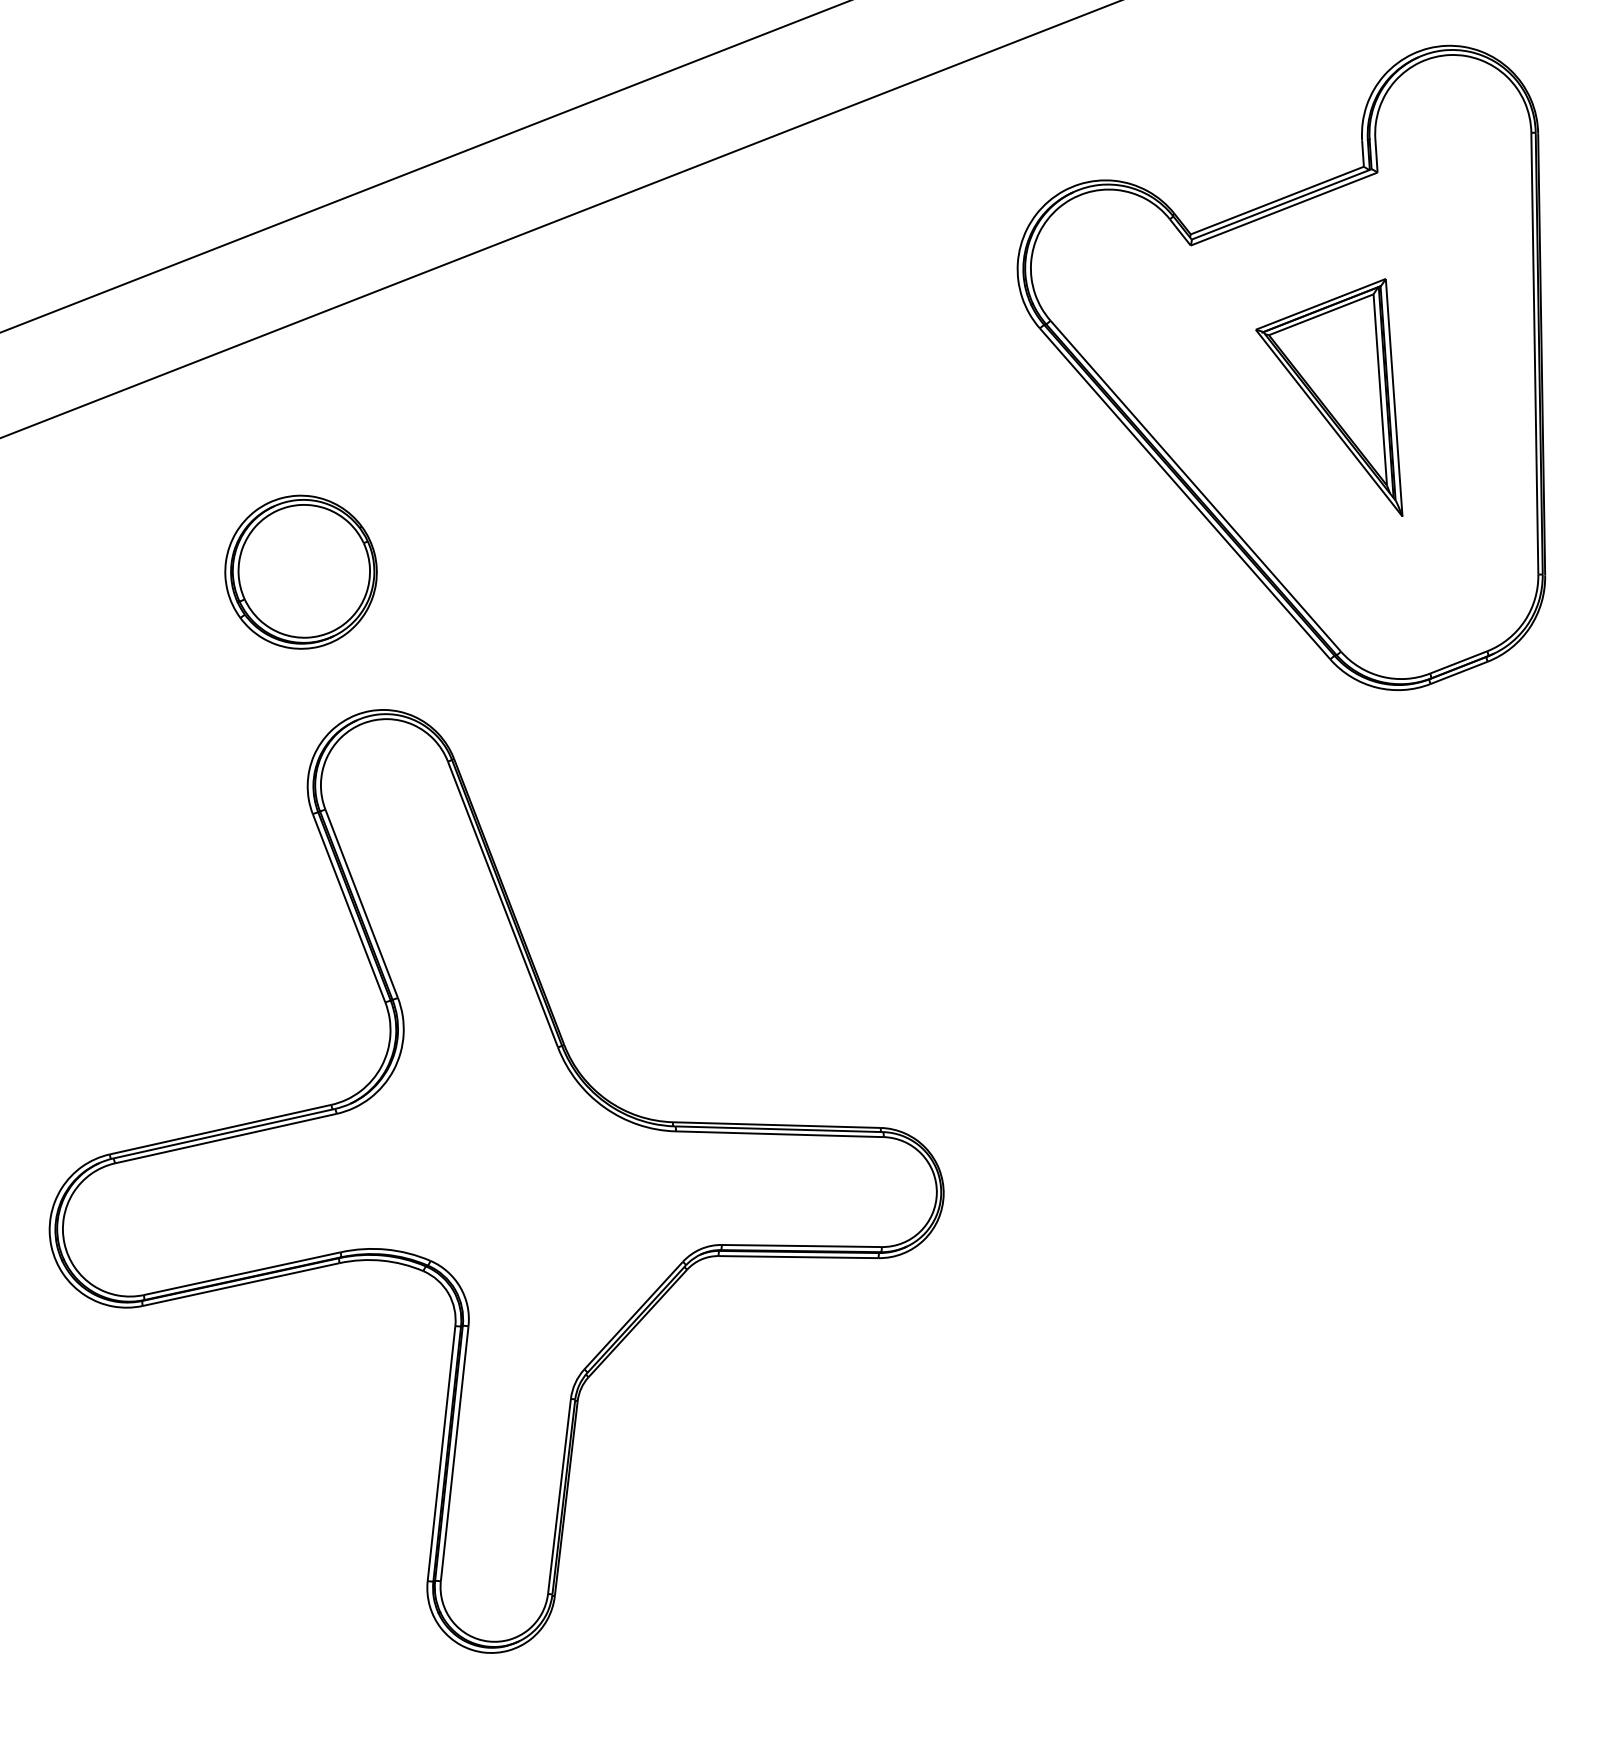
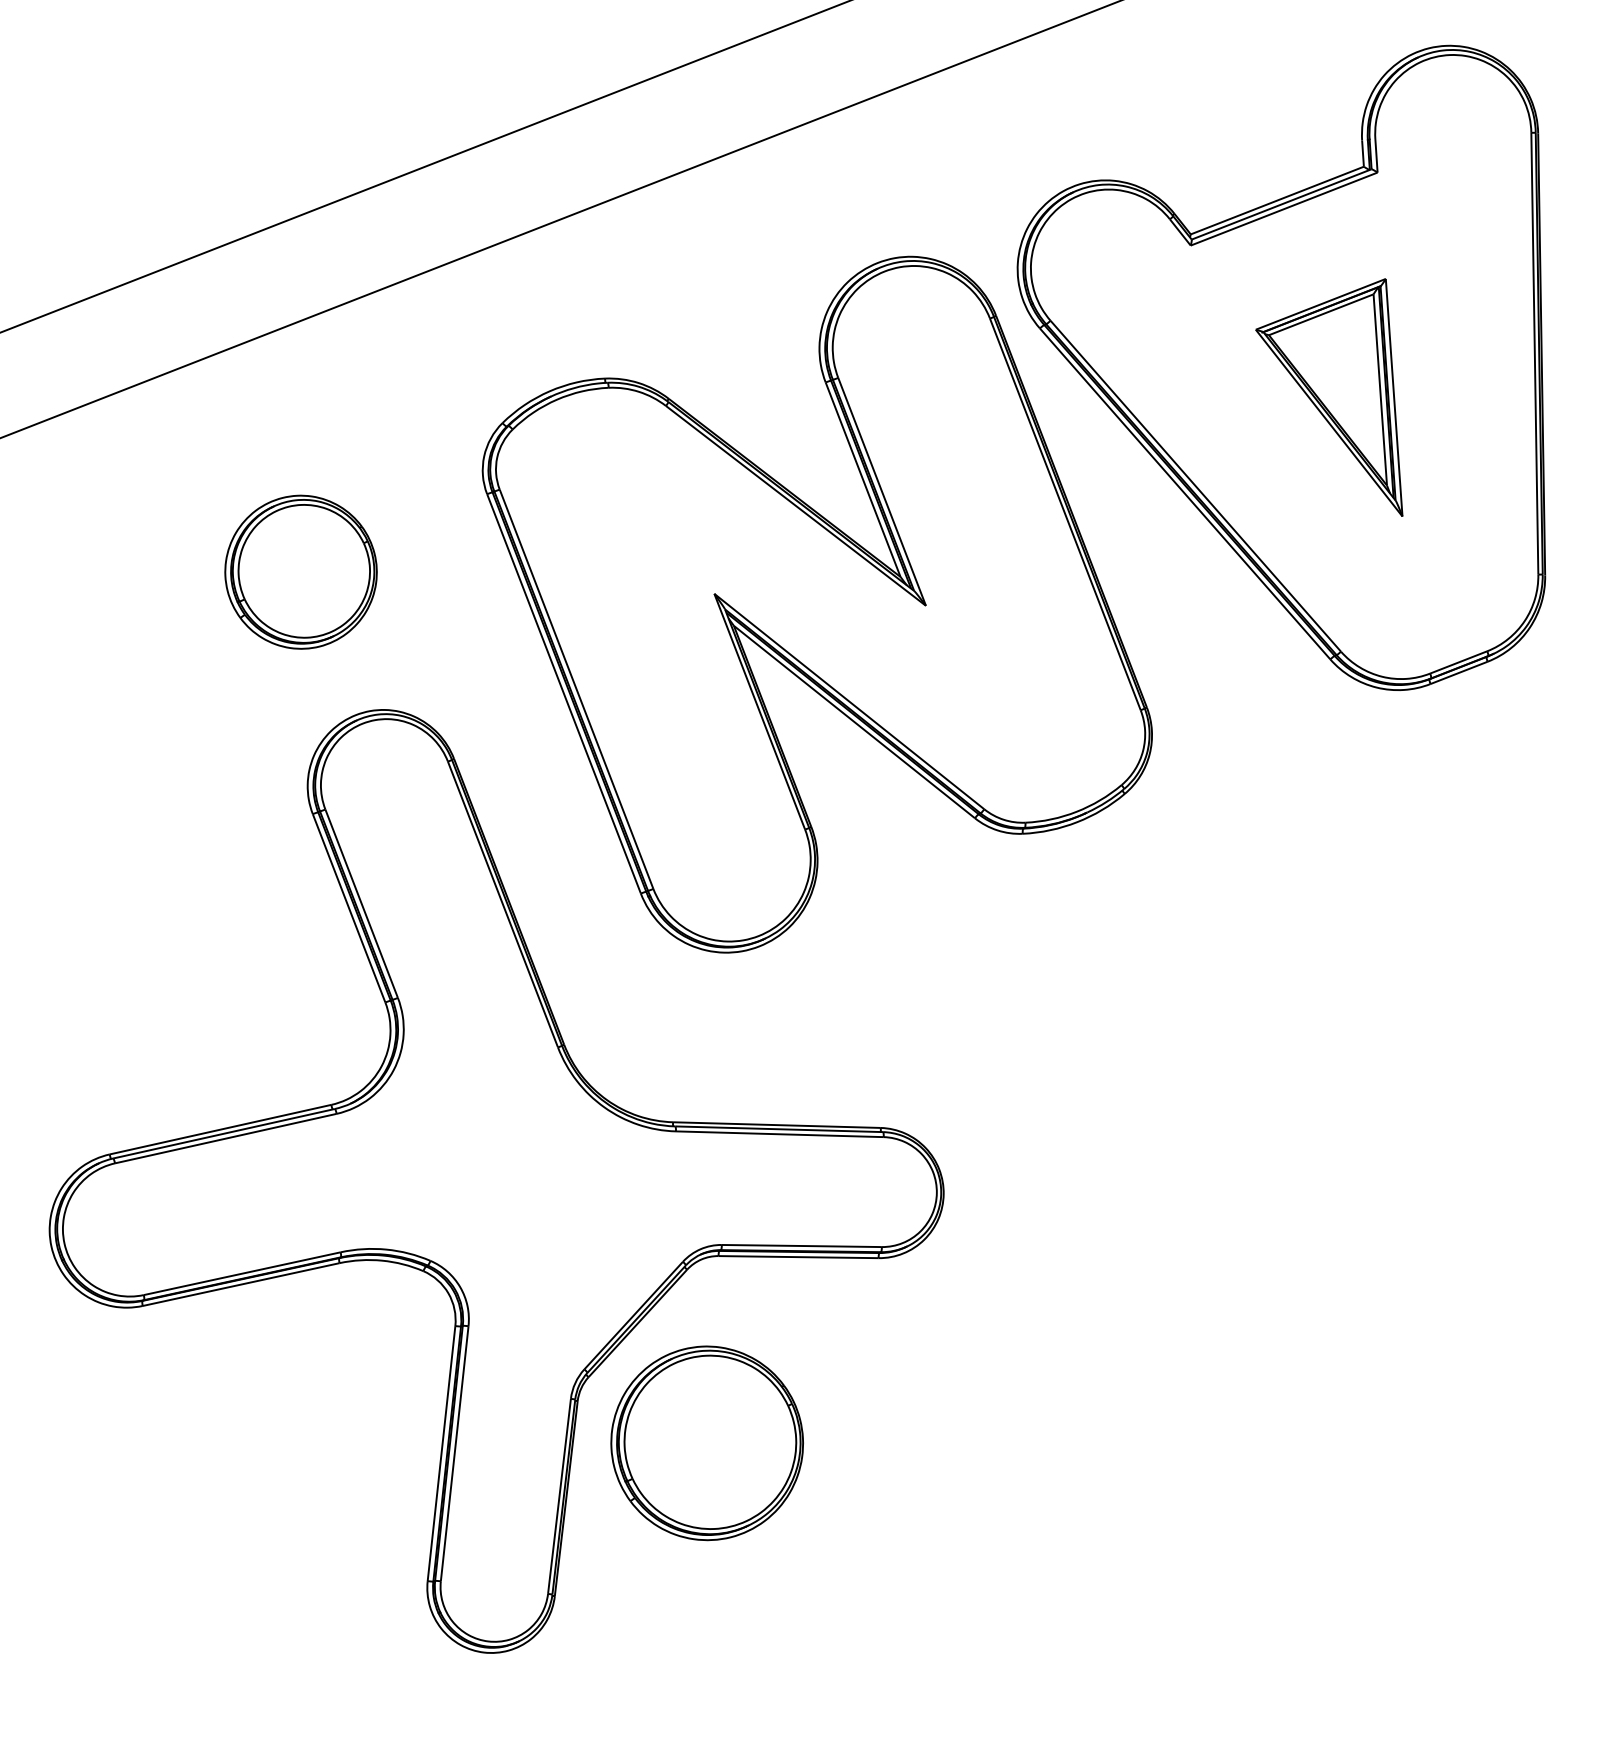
part at (816, 604): none -> present
part at (706, 1443): none -> present
